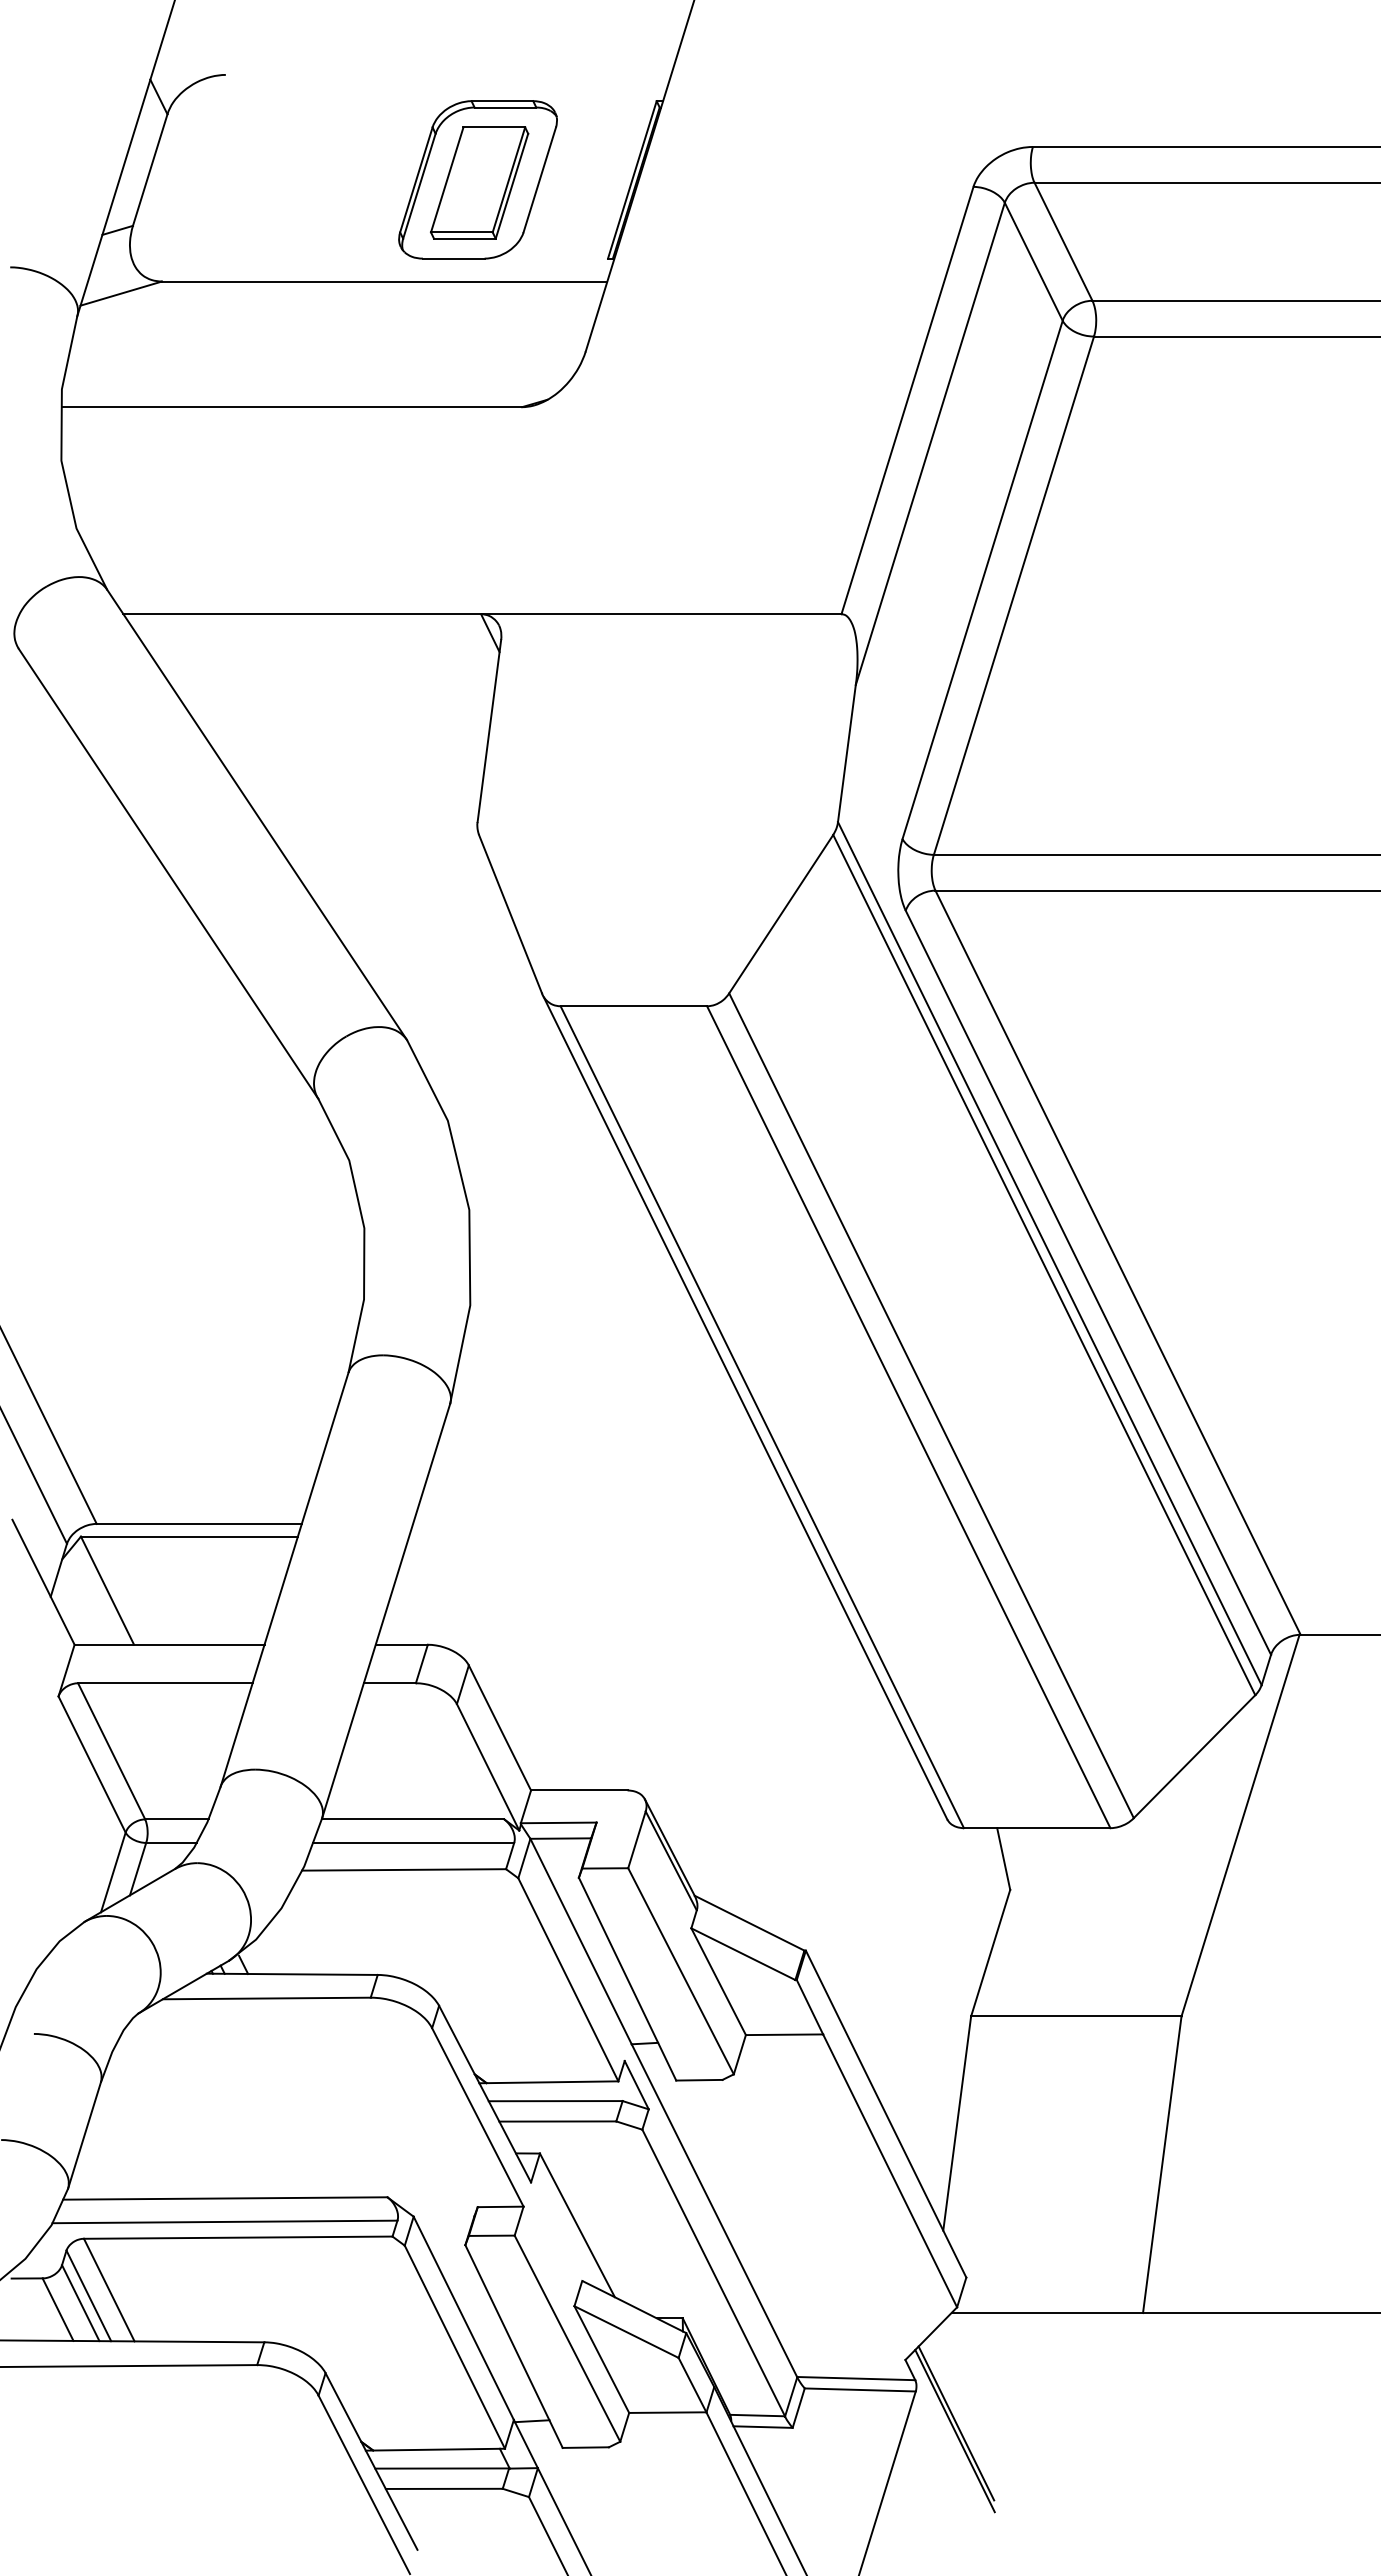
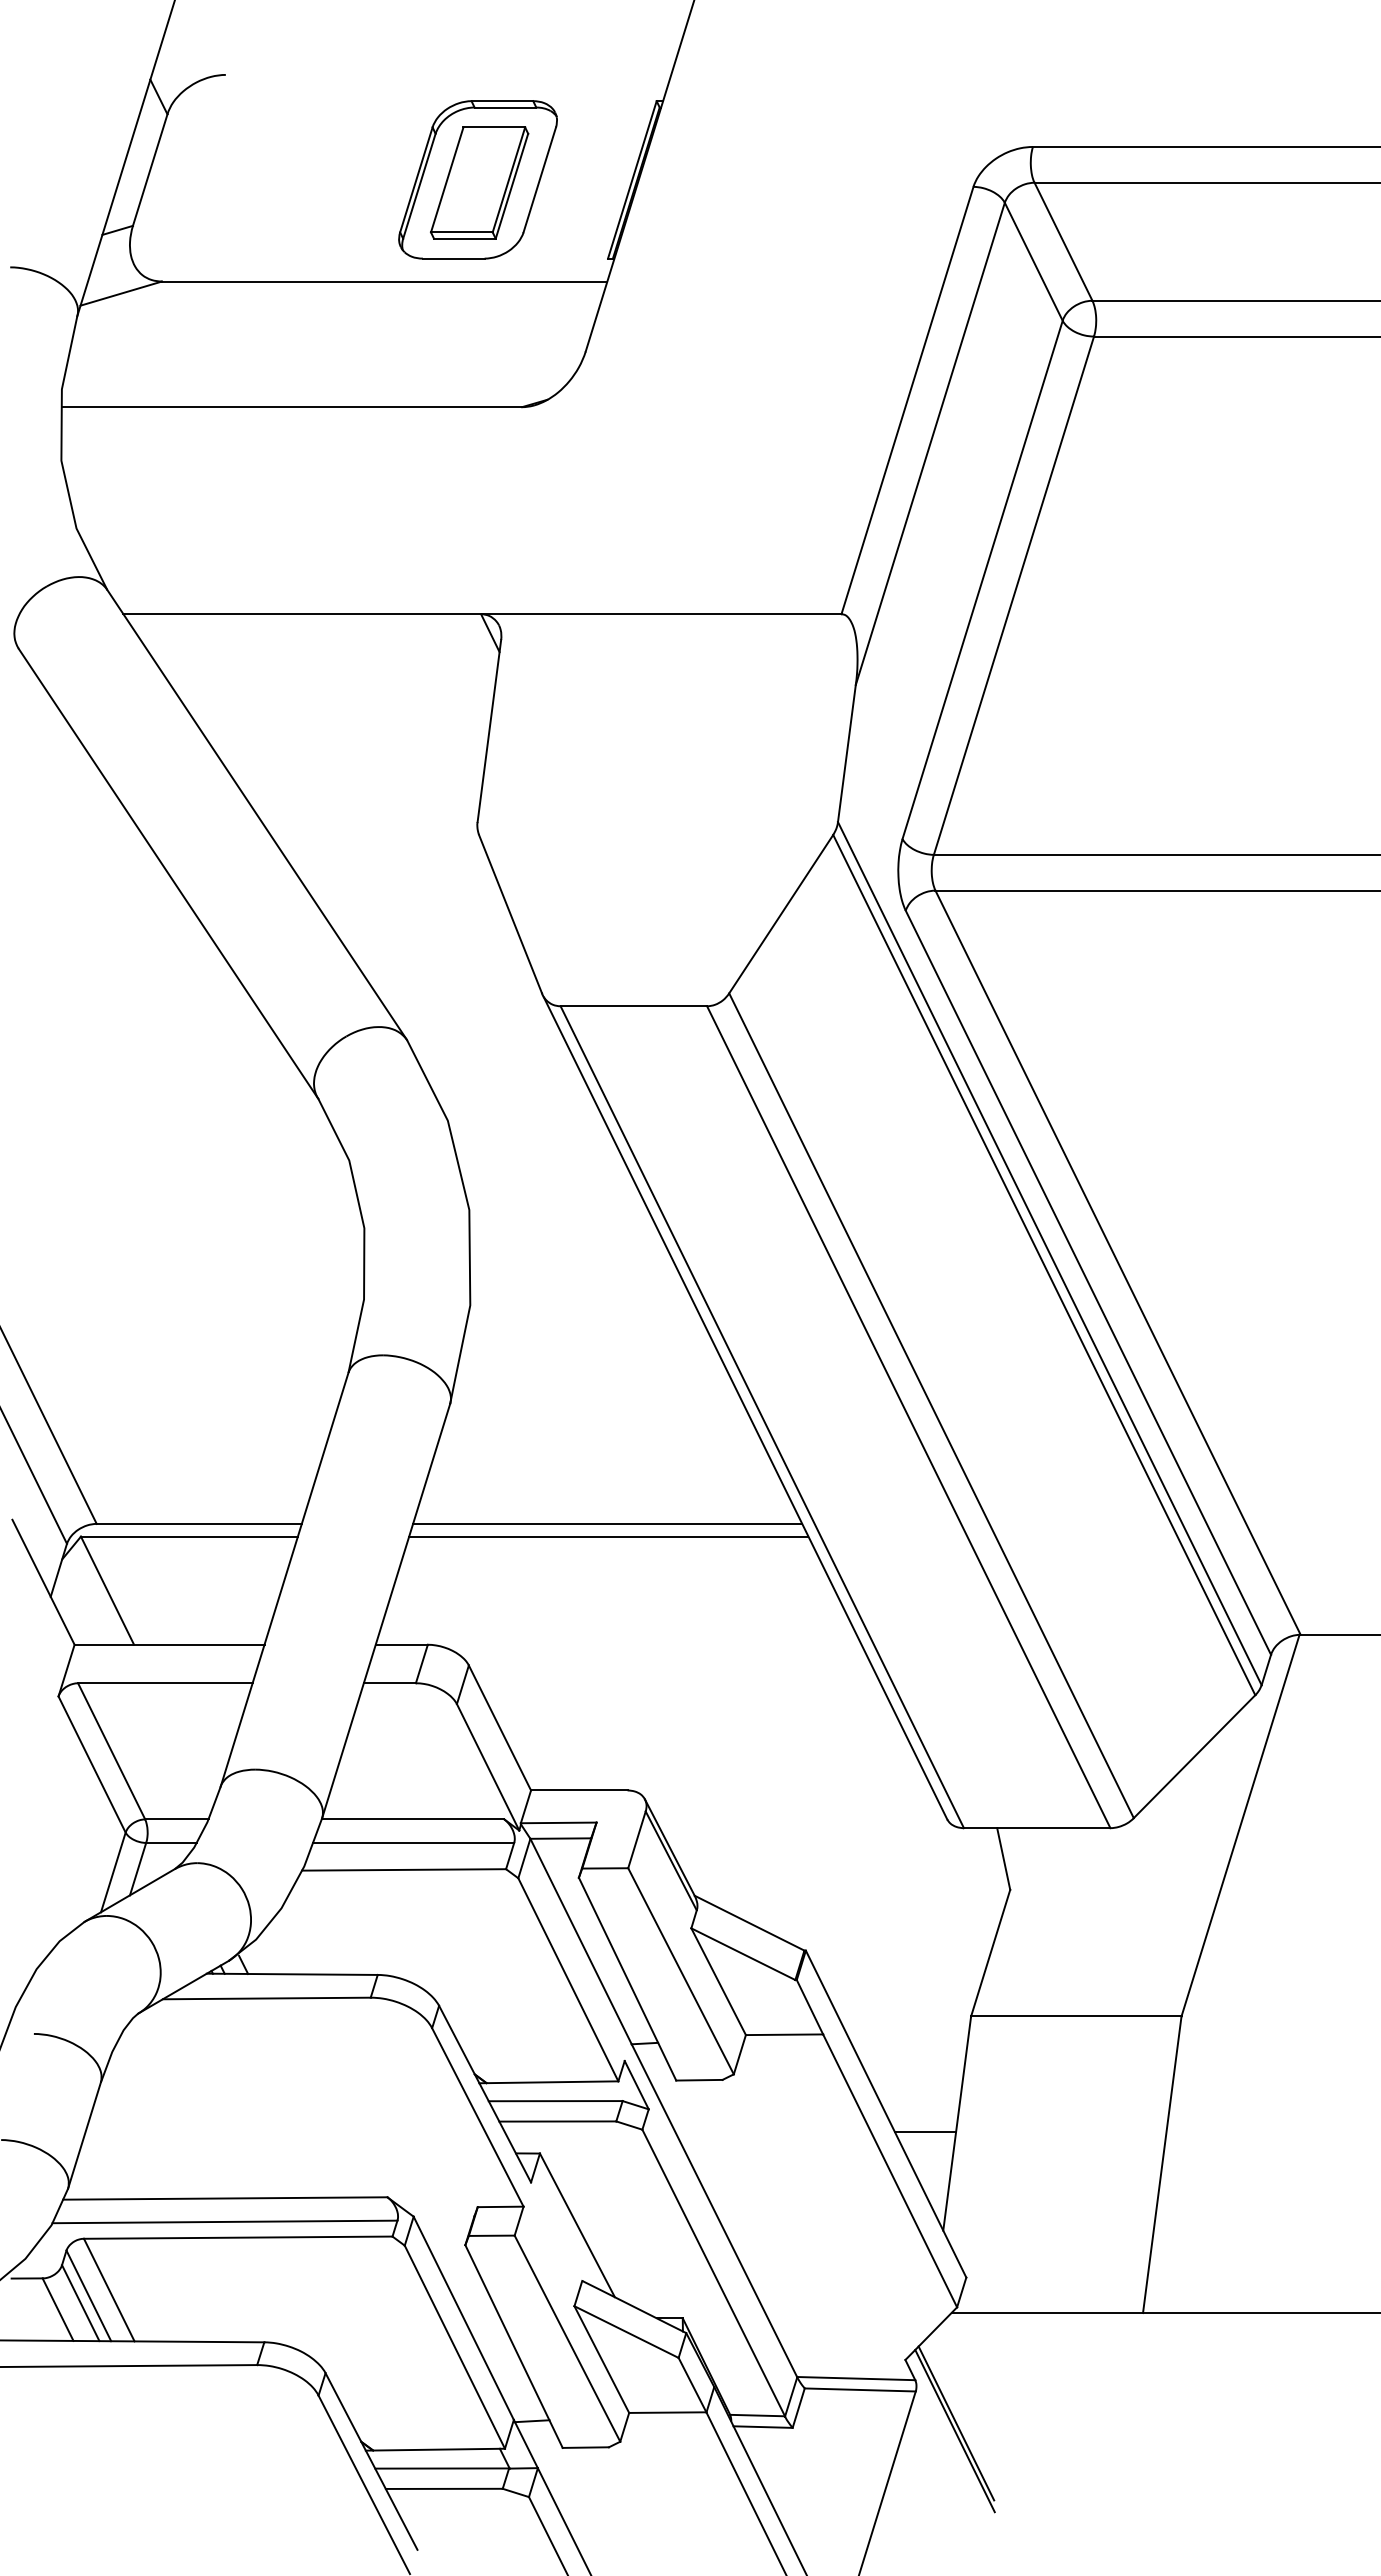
line at (607, 1523): none -> present
line at (608, 1536): none -> present
line at (925, 2132): none -> present
